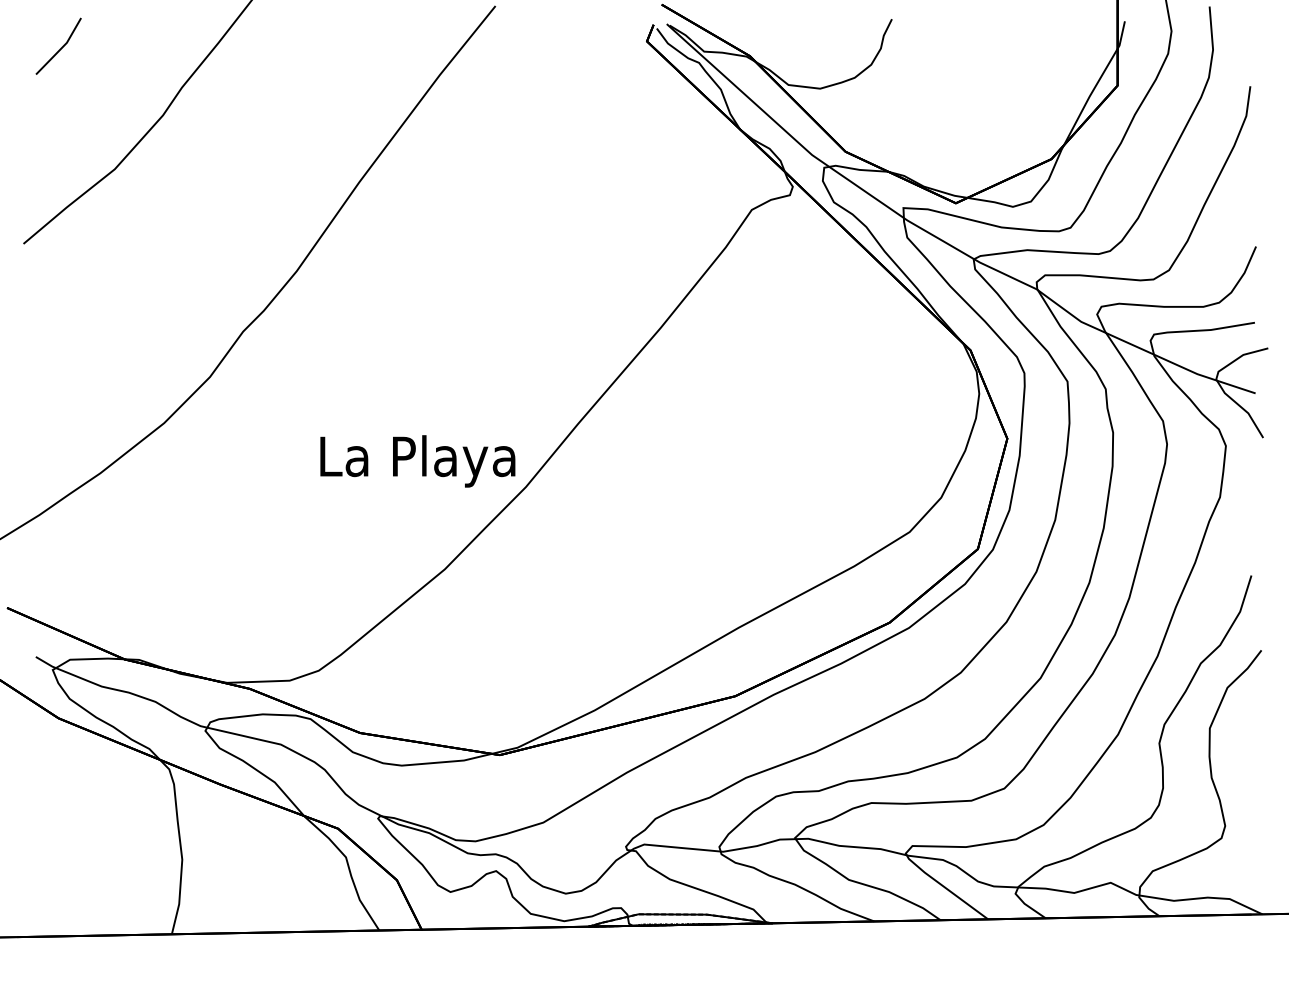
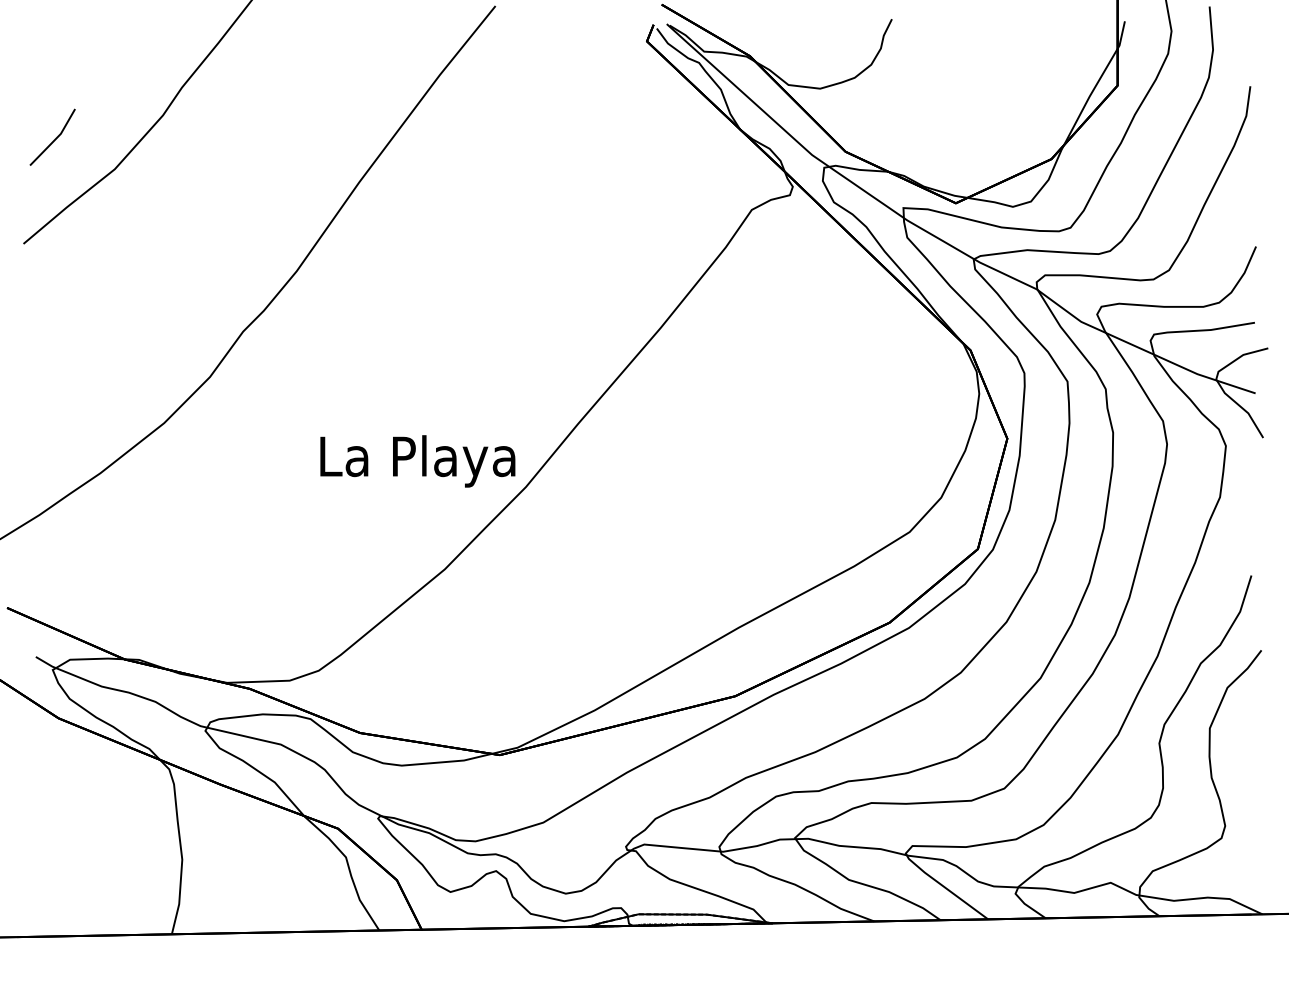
part at (58, 45) position: (58, 45) -> (52, 136)
